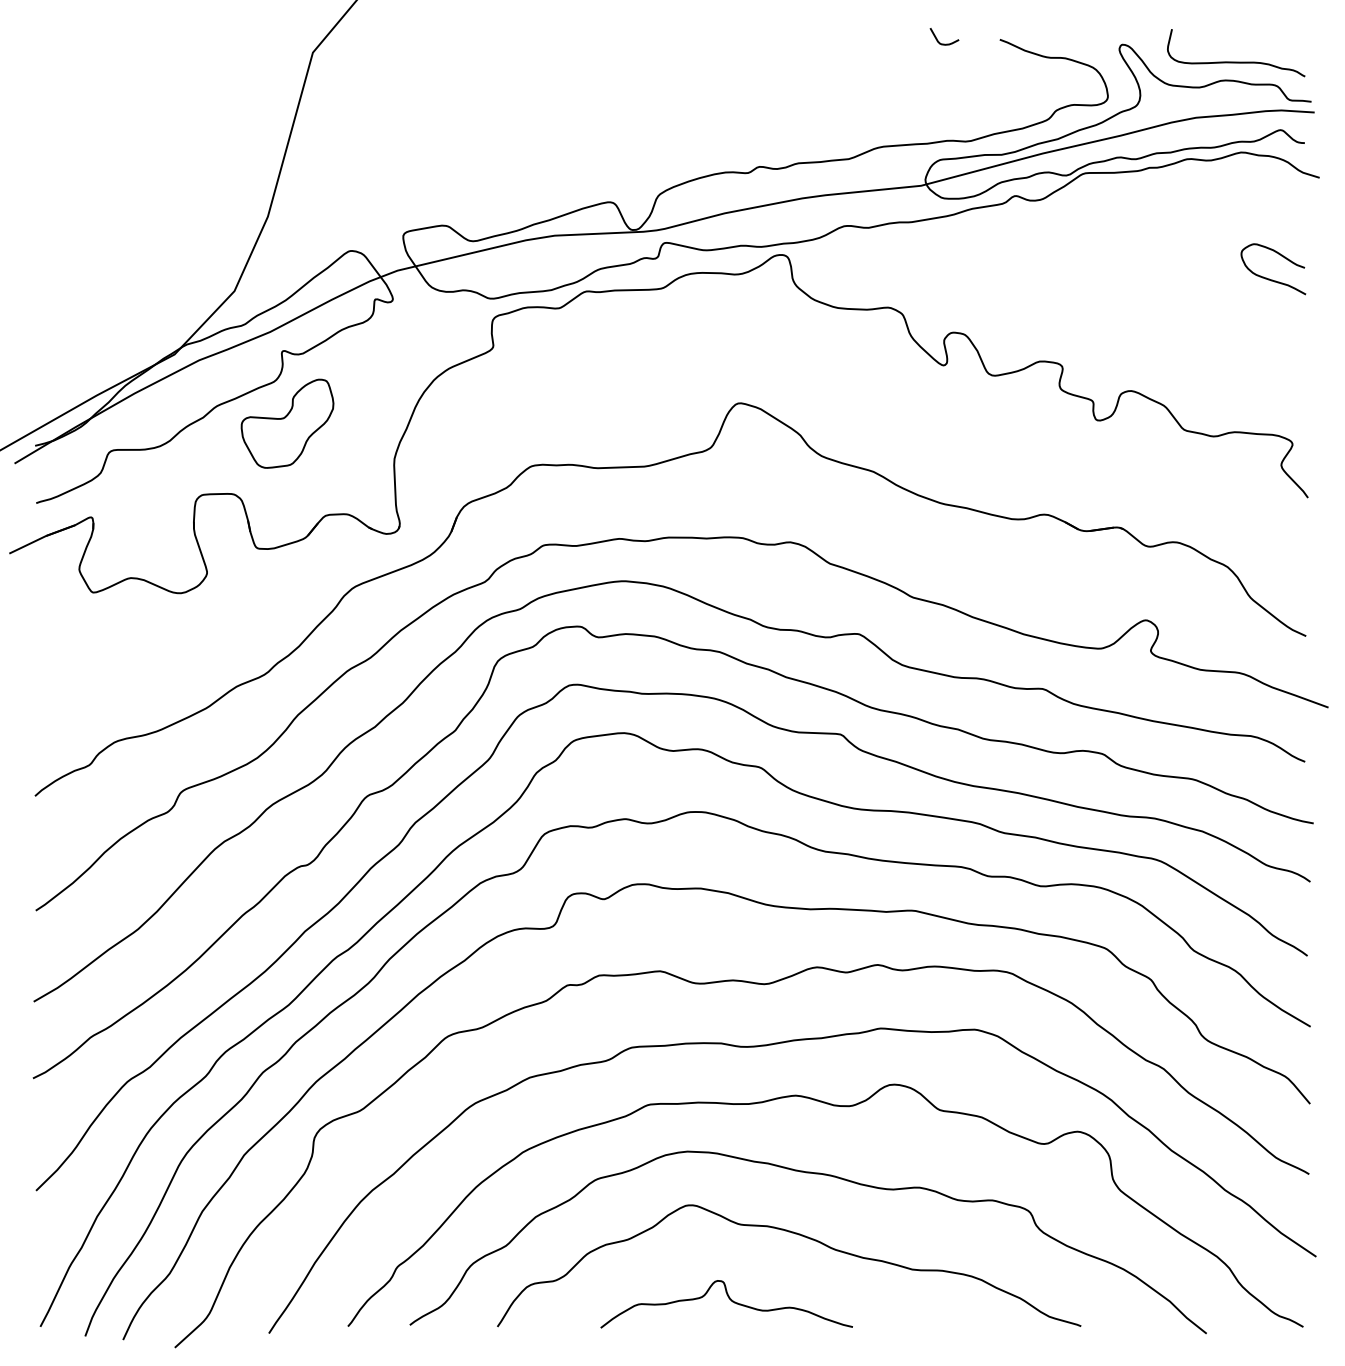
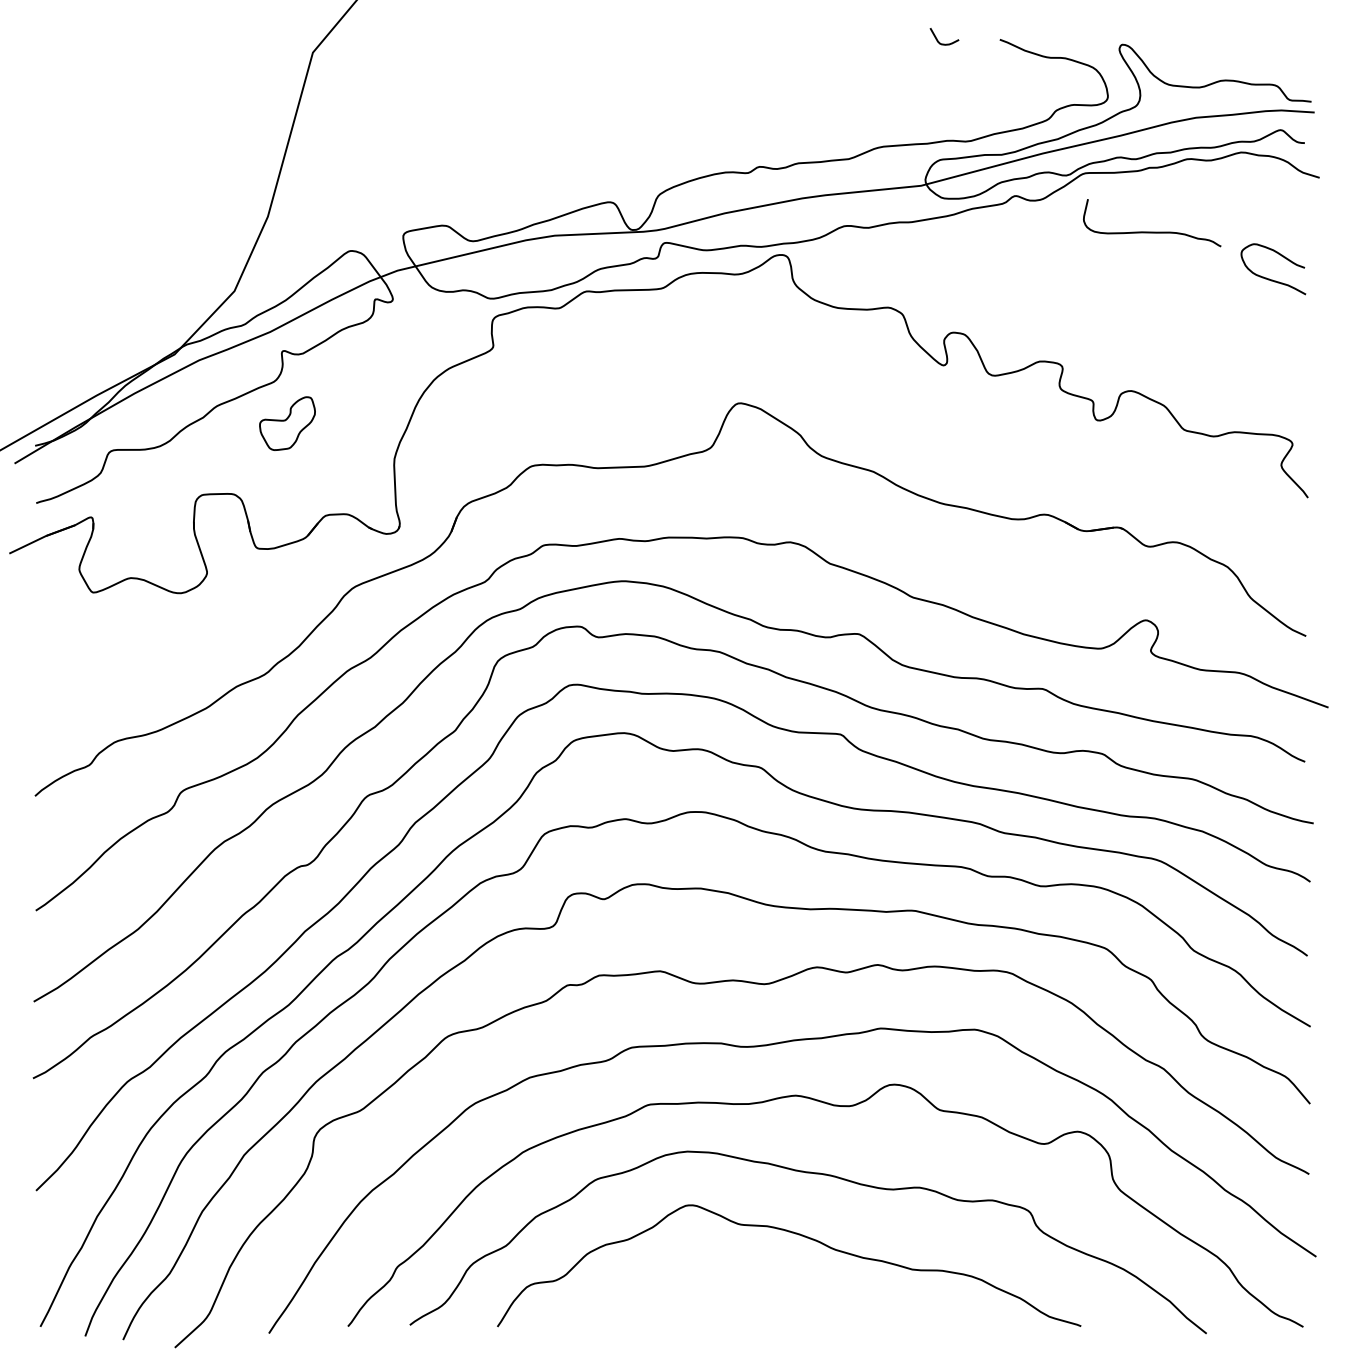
curve at (1236, 61) position: (1236, 61) -> (1152, 231)
part at (287, 423) size: 95x91 px -> 57x55 px
curve at (730, 1300): present -> none
